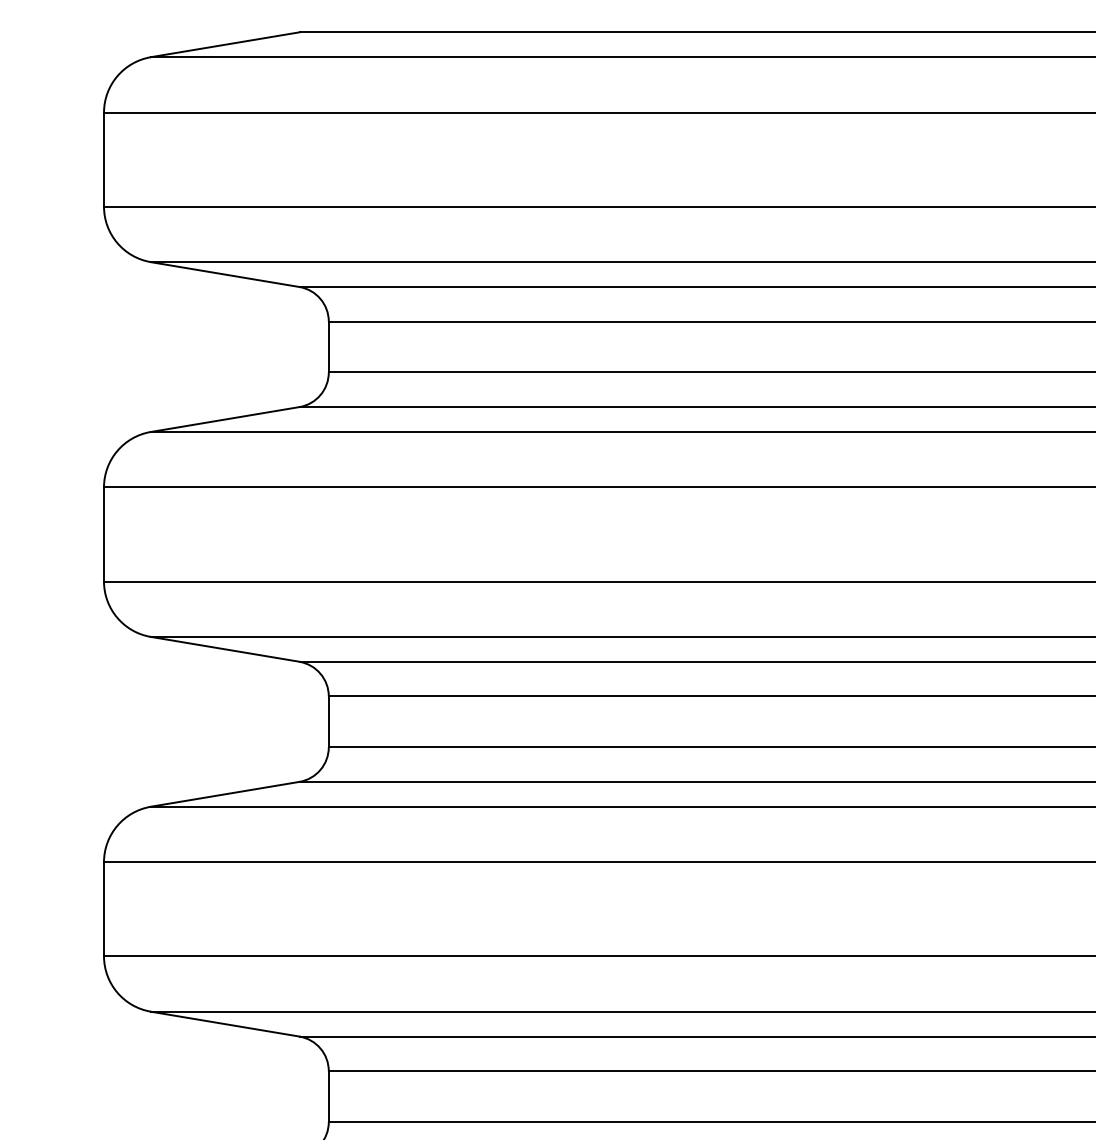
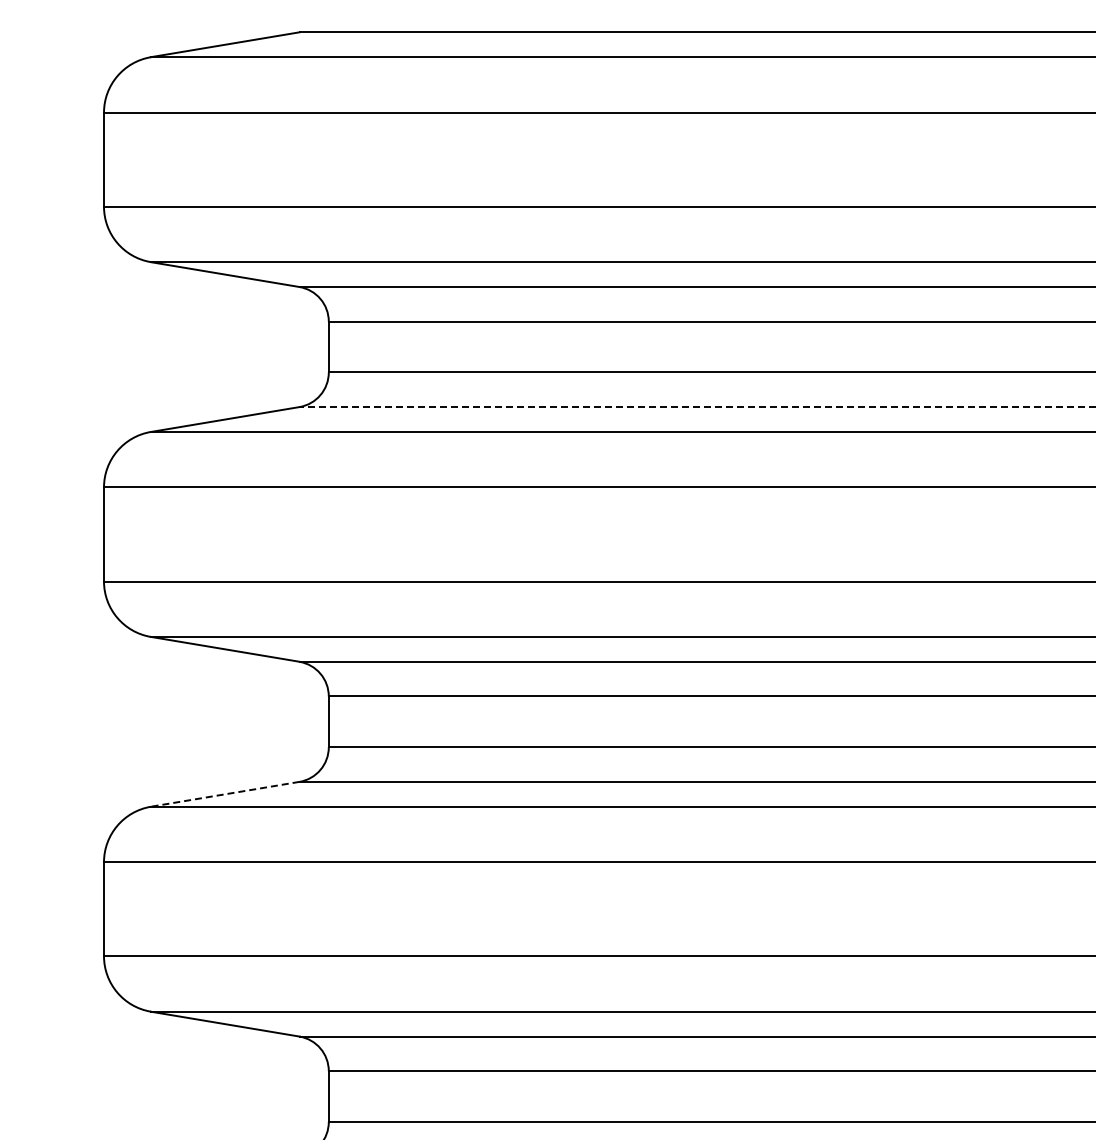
line at (697, 407): solid -> dashed
line at (224, 794): solid -> dashed
